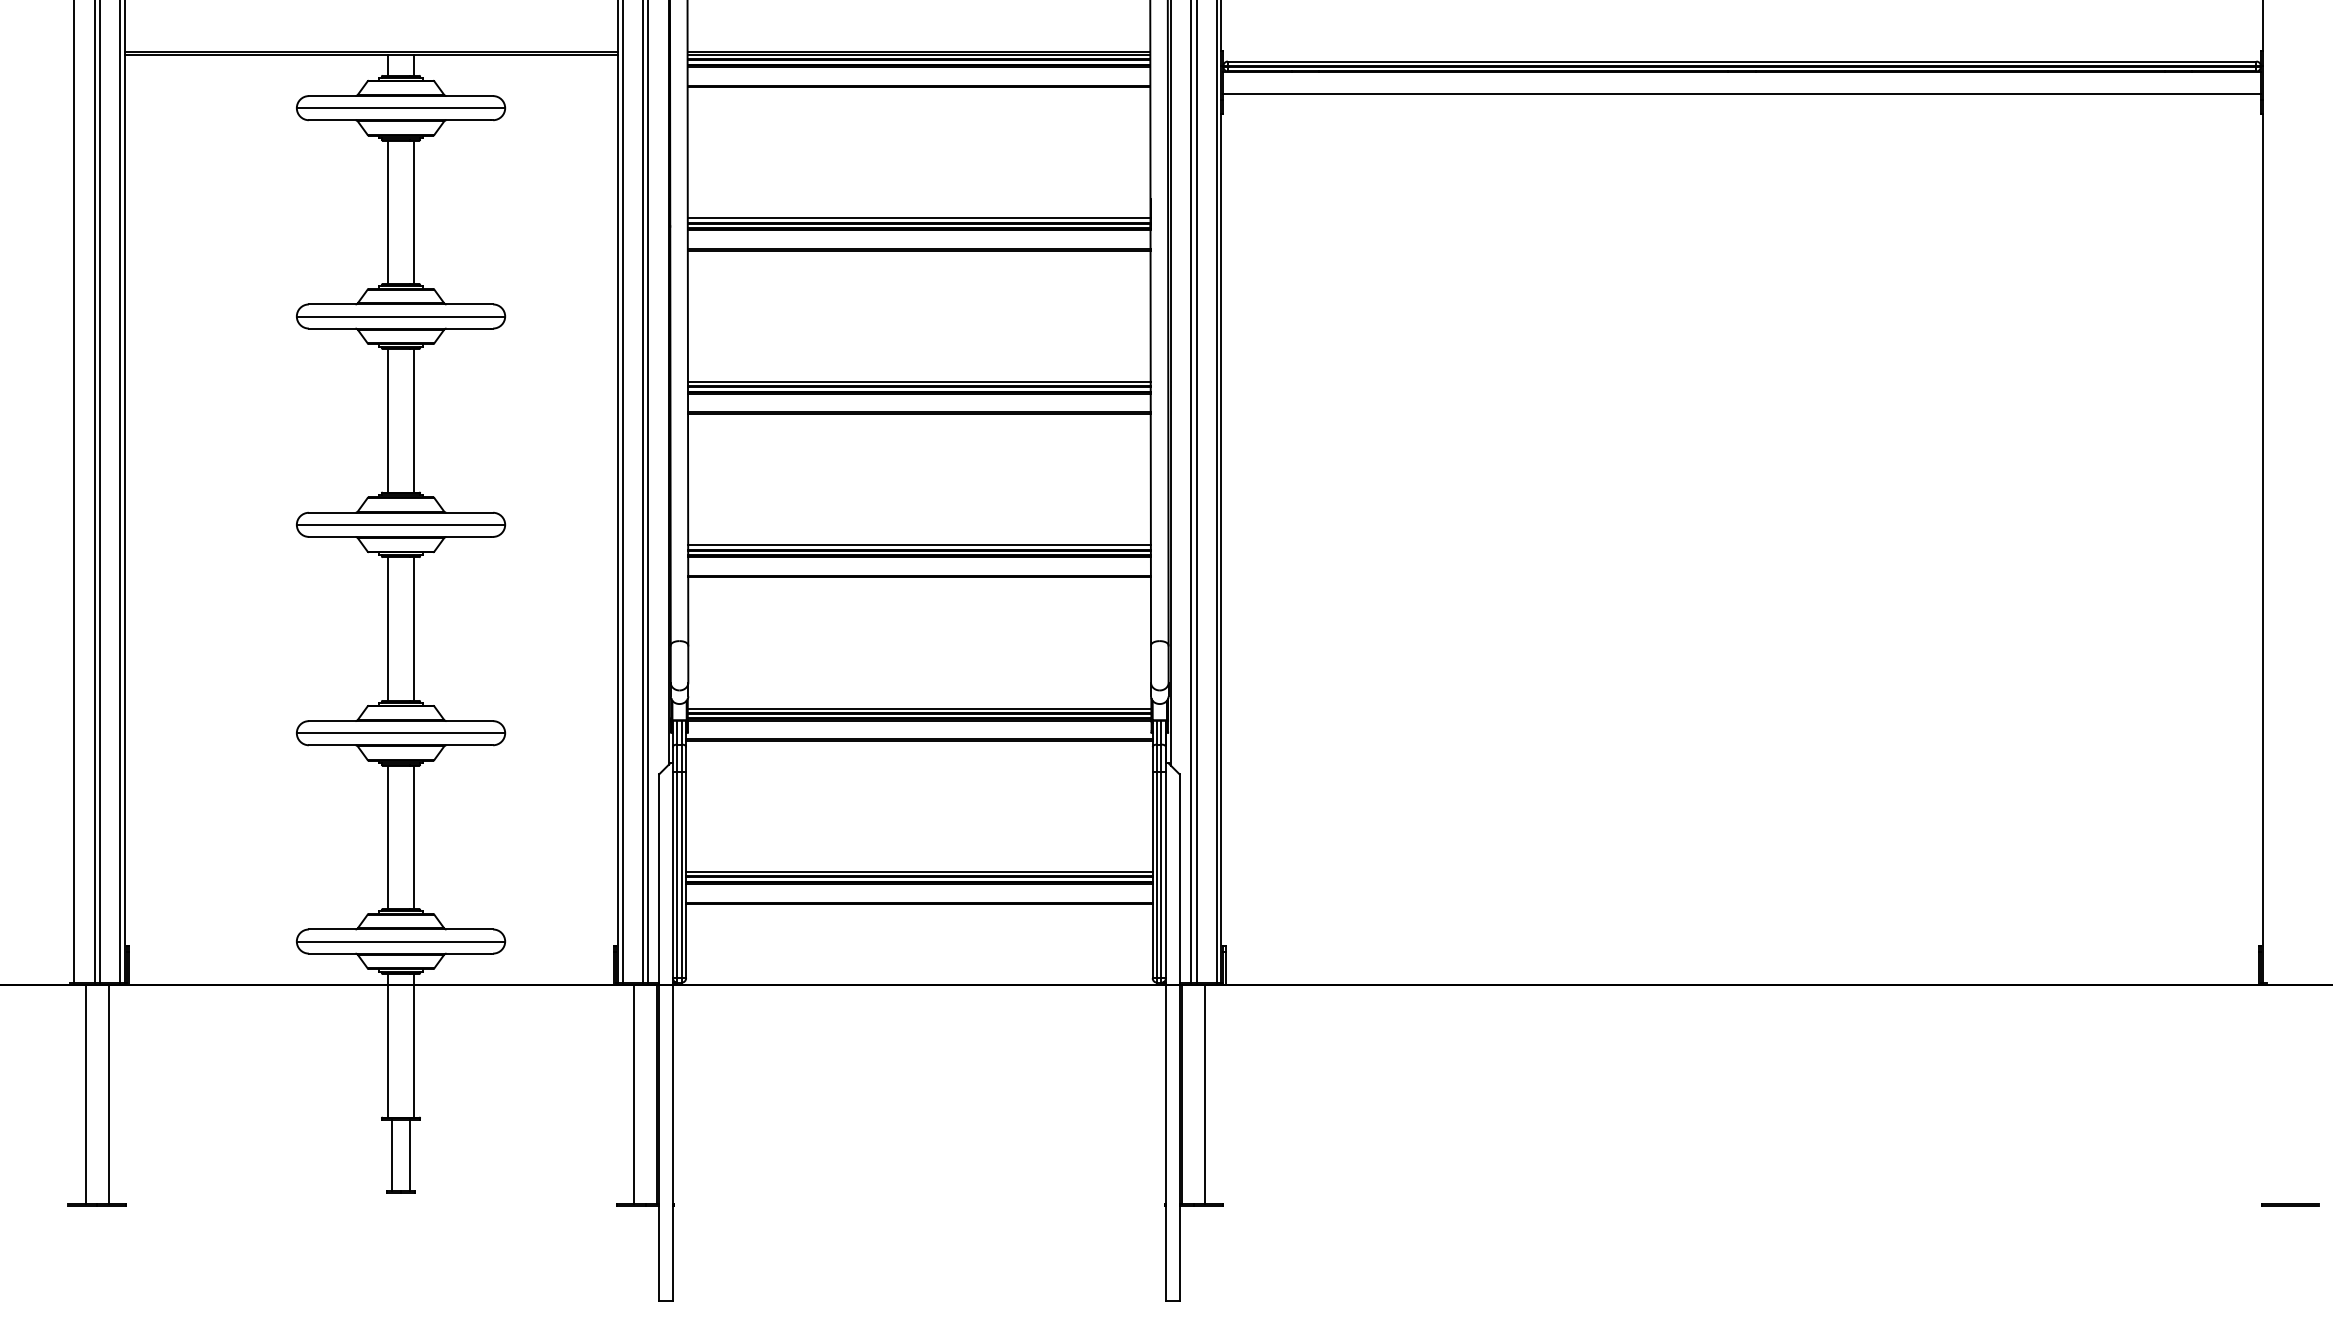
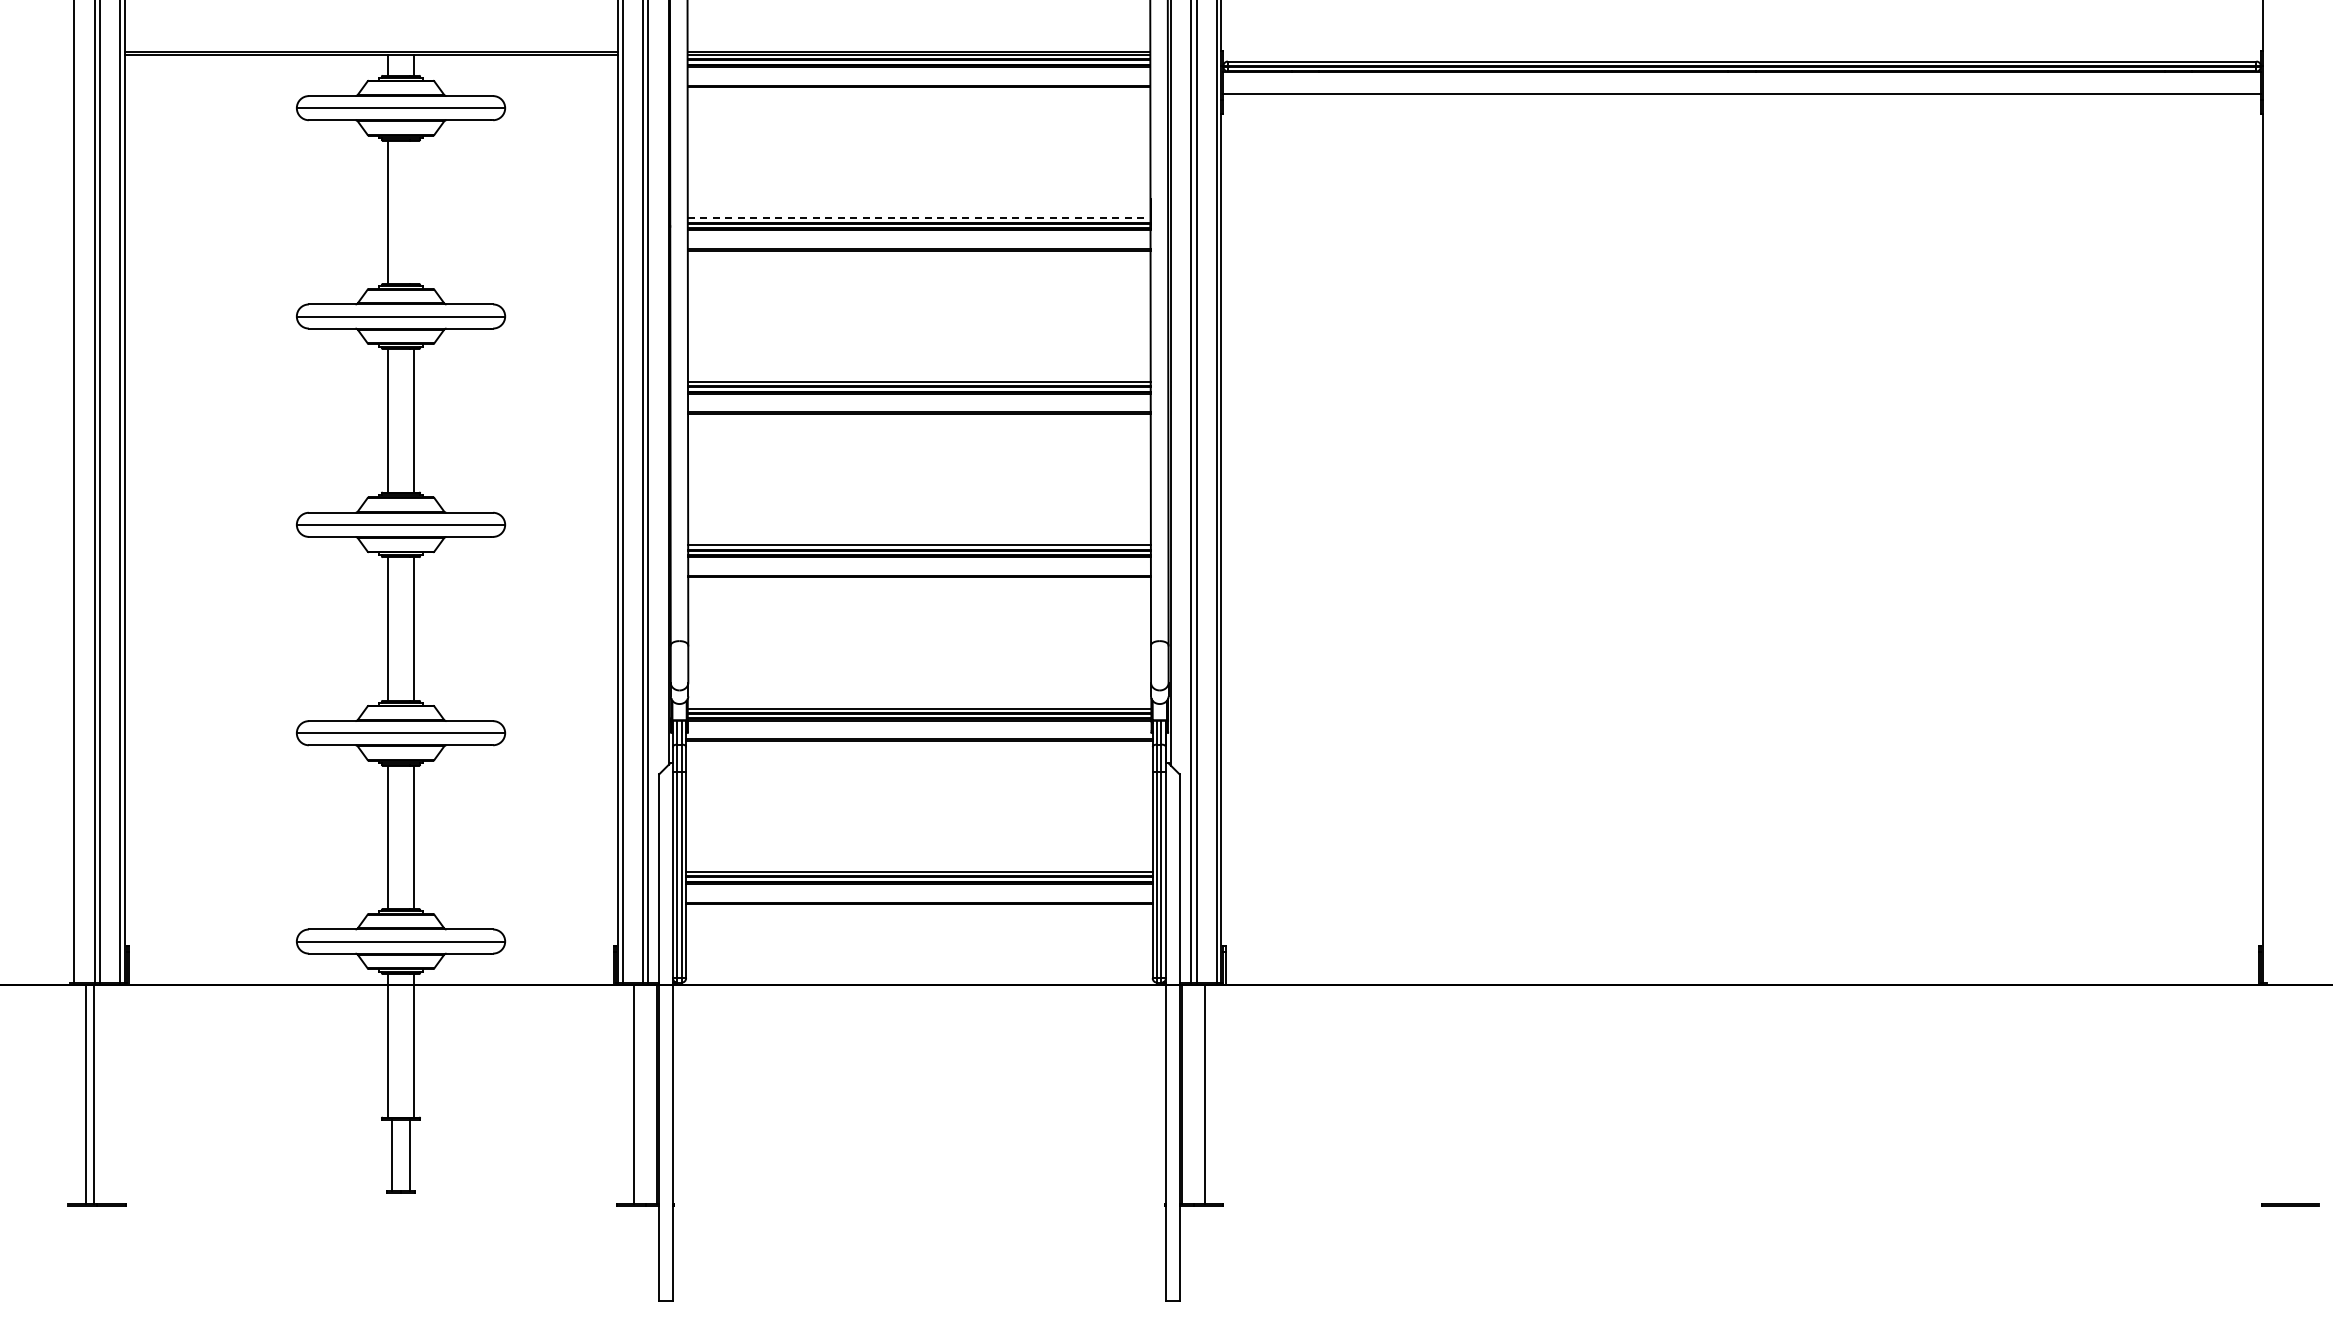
line at (414, 212): present -> none
line at (919, 218): solid -> dashed
line at (108, 1094) position: (108, 1094) -> (93, 1094)
